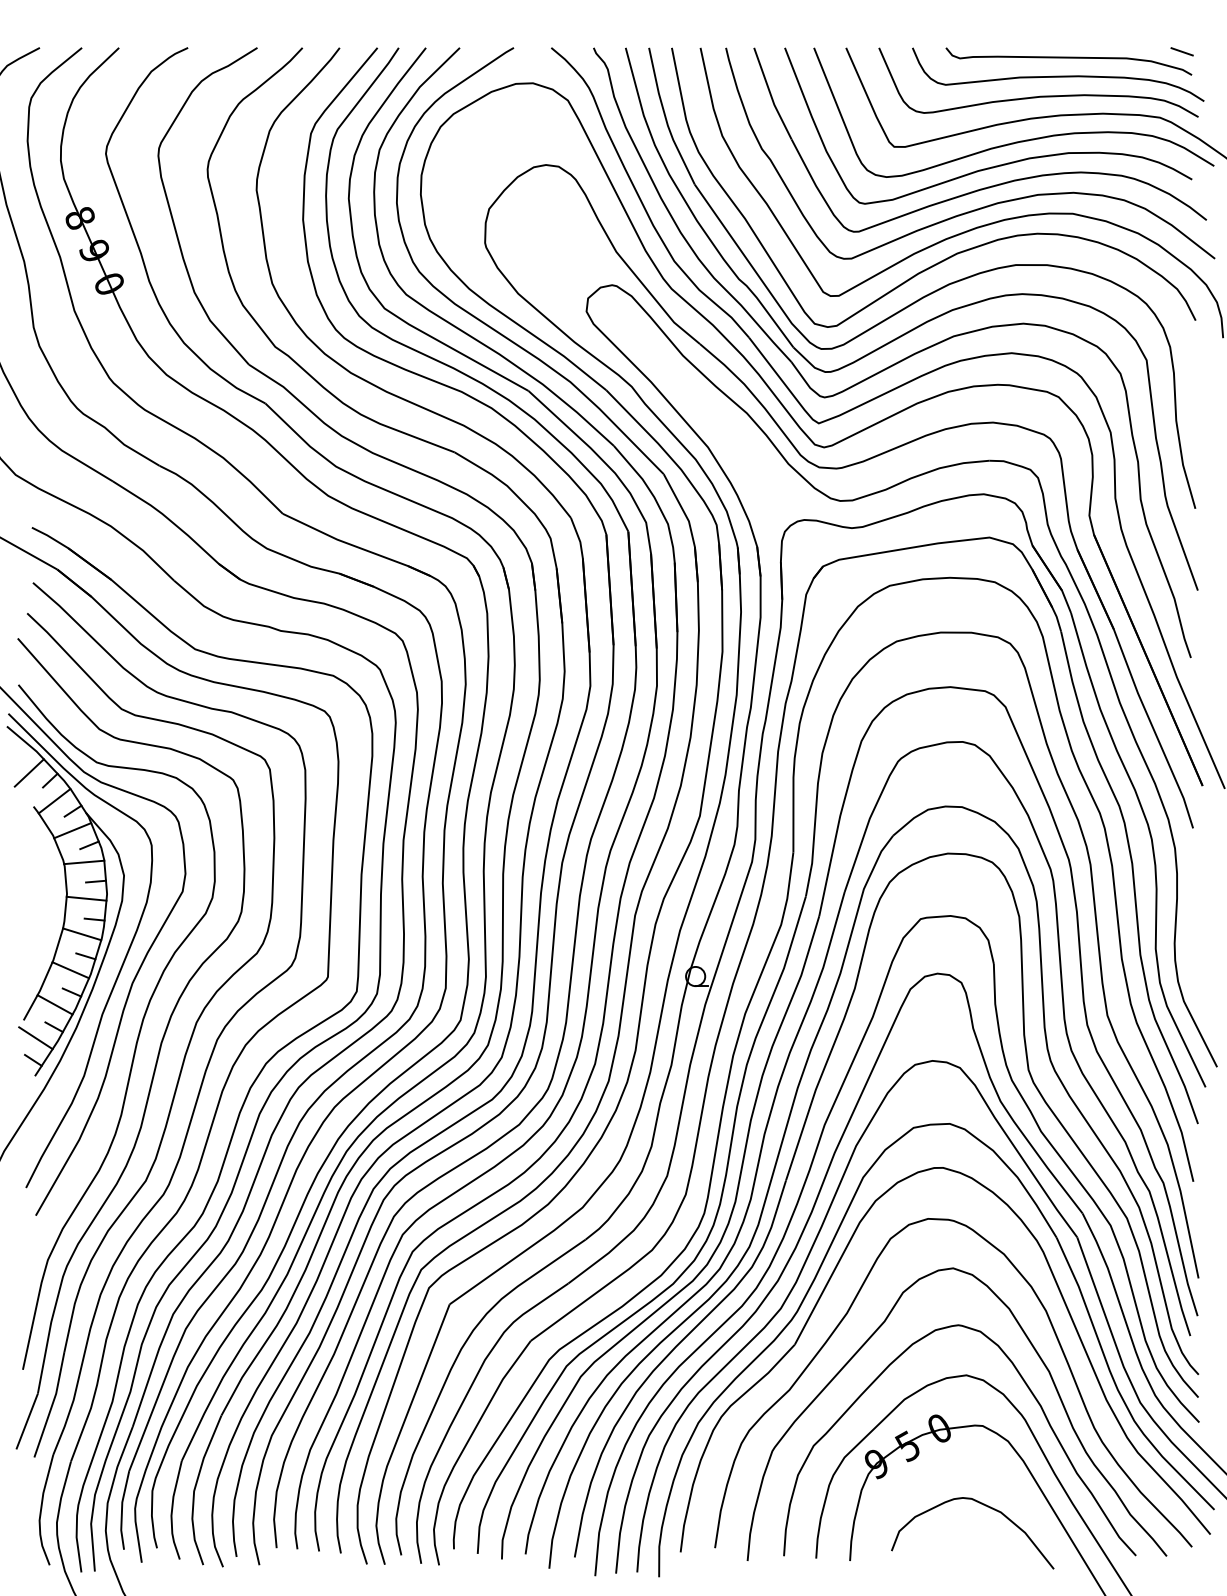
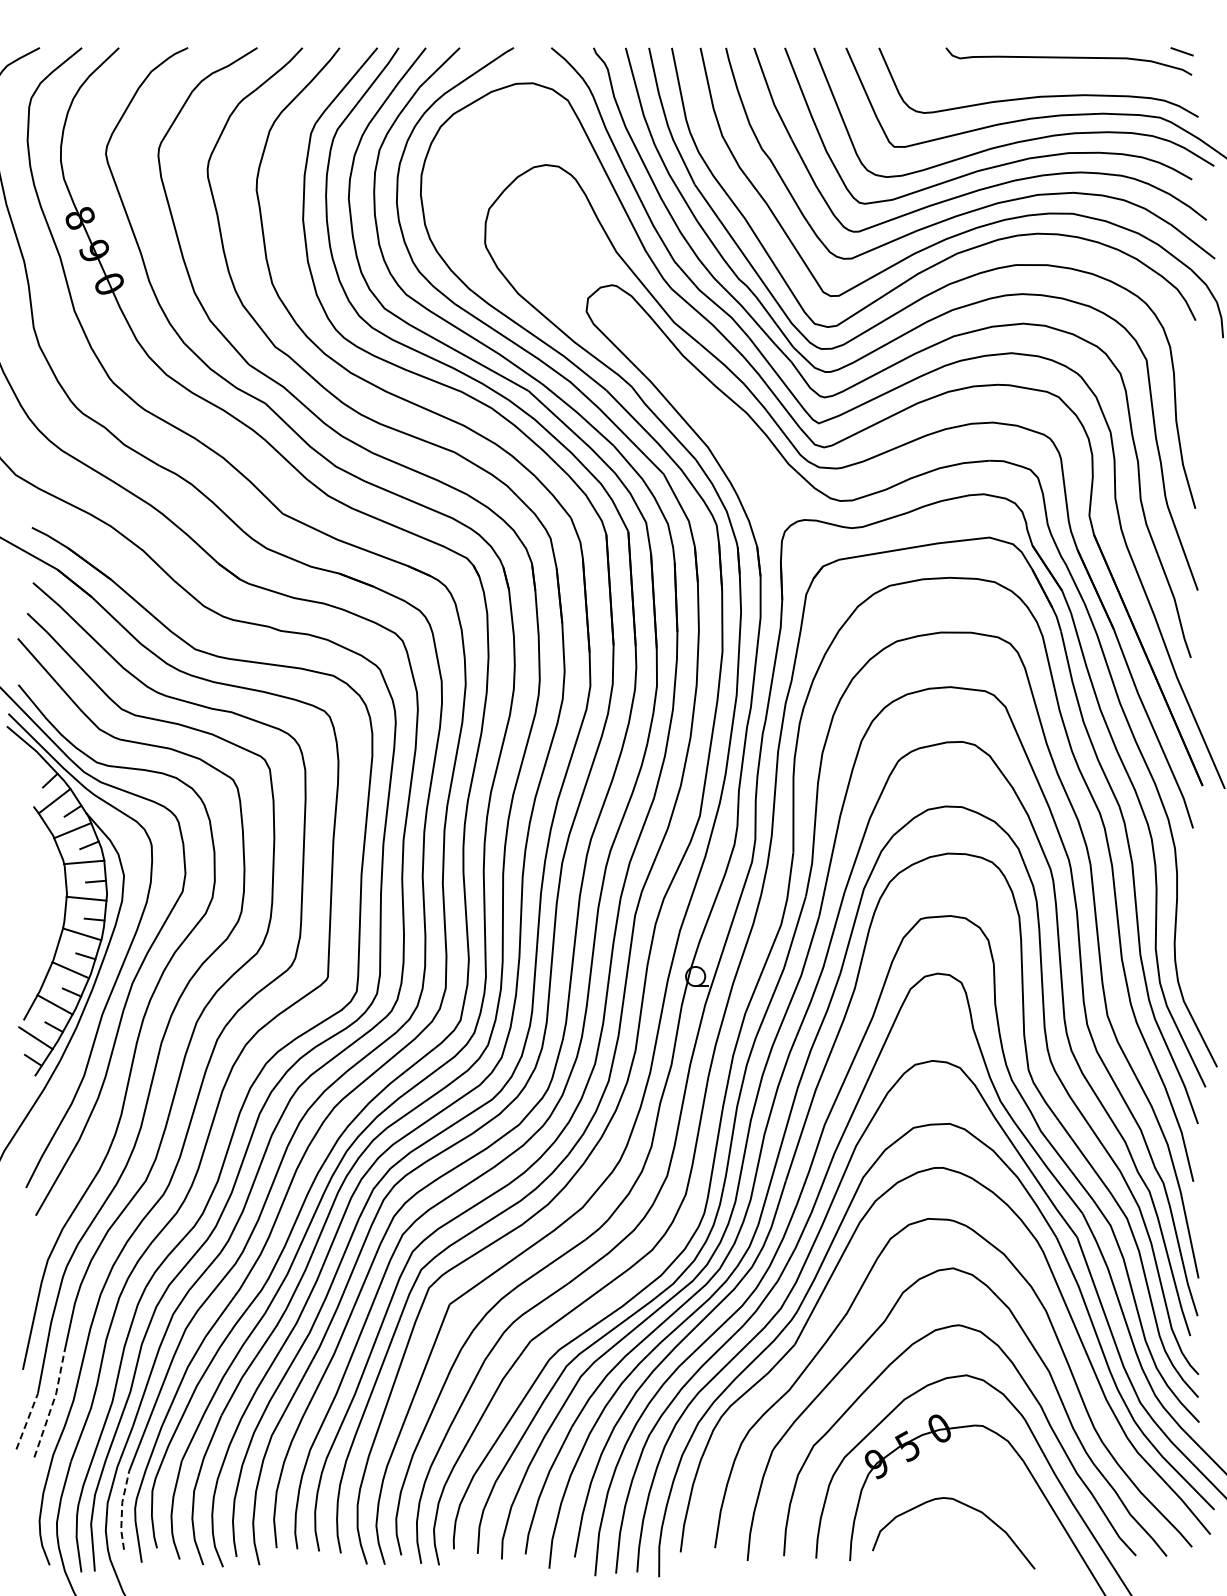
curve at (1058, 75): present -> none
line at (28, 772): present -> none
line at (52, 1404): solid -> dashed
line at (27, 1421): solid -> dashed
curve at (985, 1506) position: (985, 1506) -> (966, 1506)
line at (122, 1510): solid -> dashed
